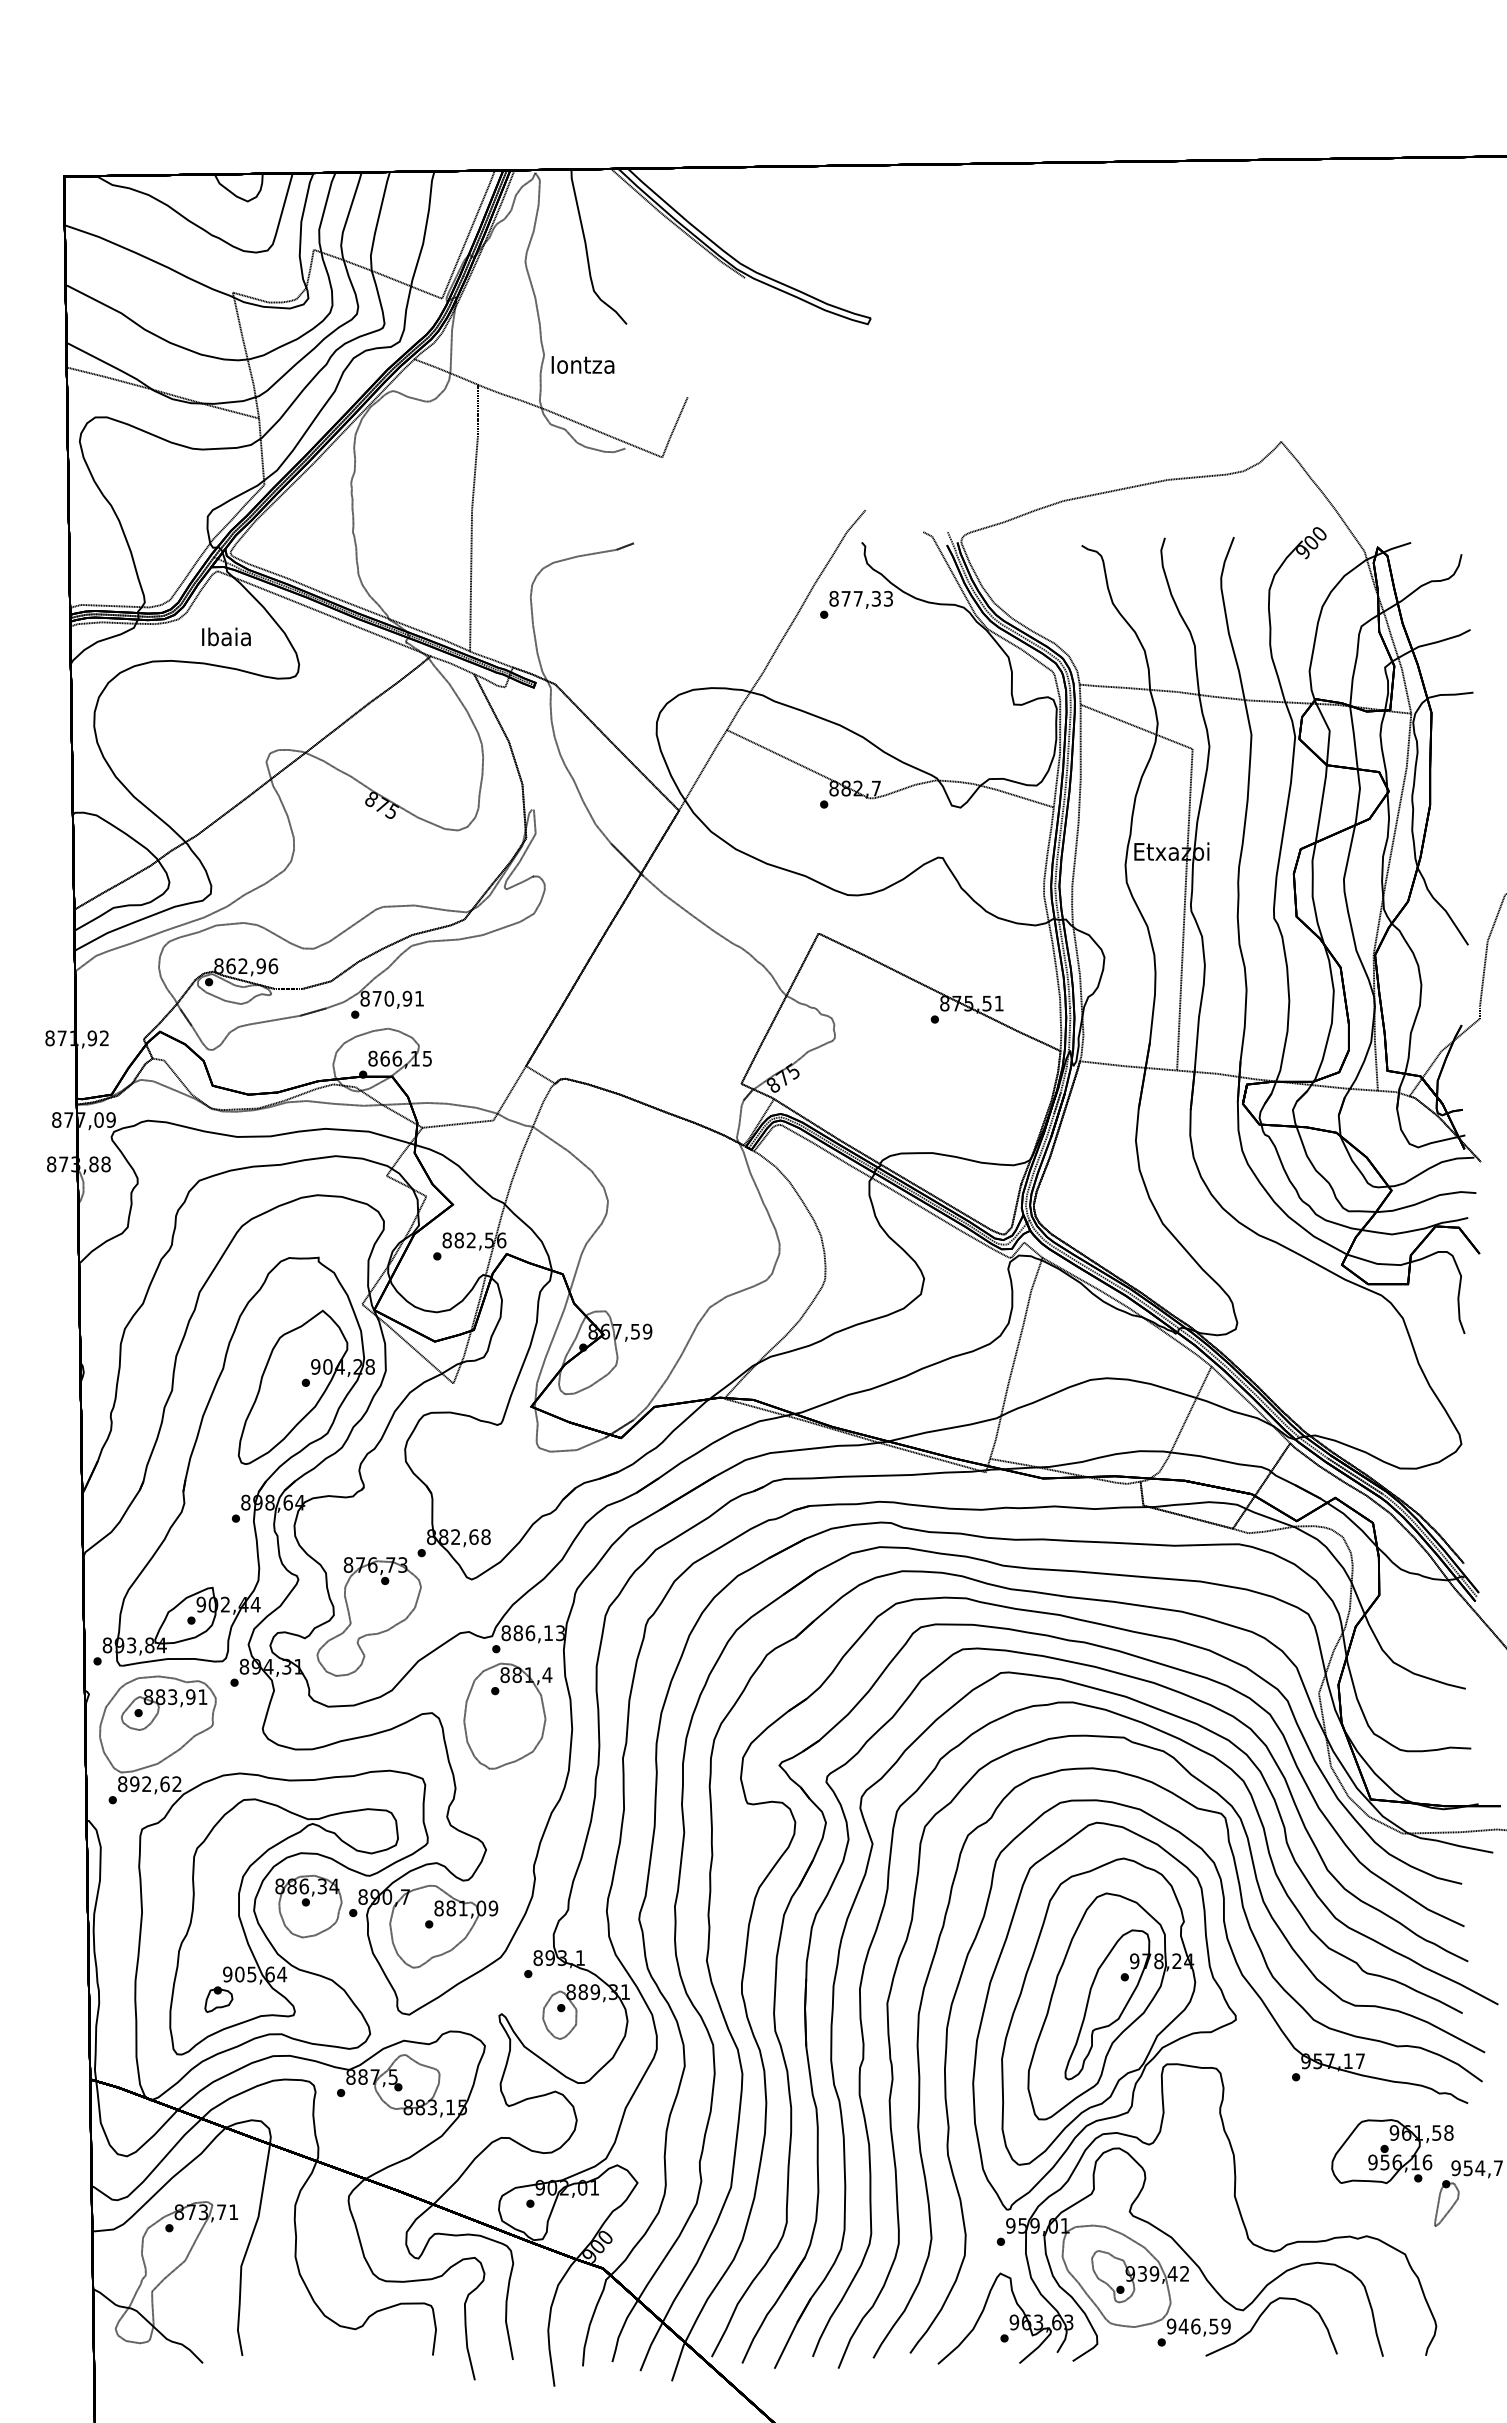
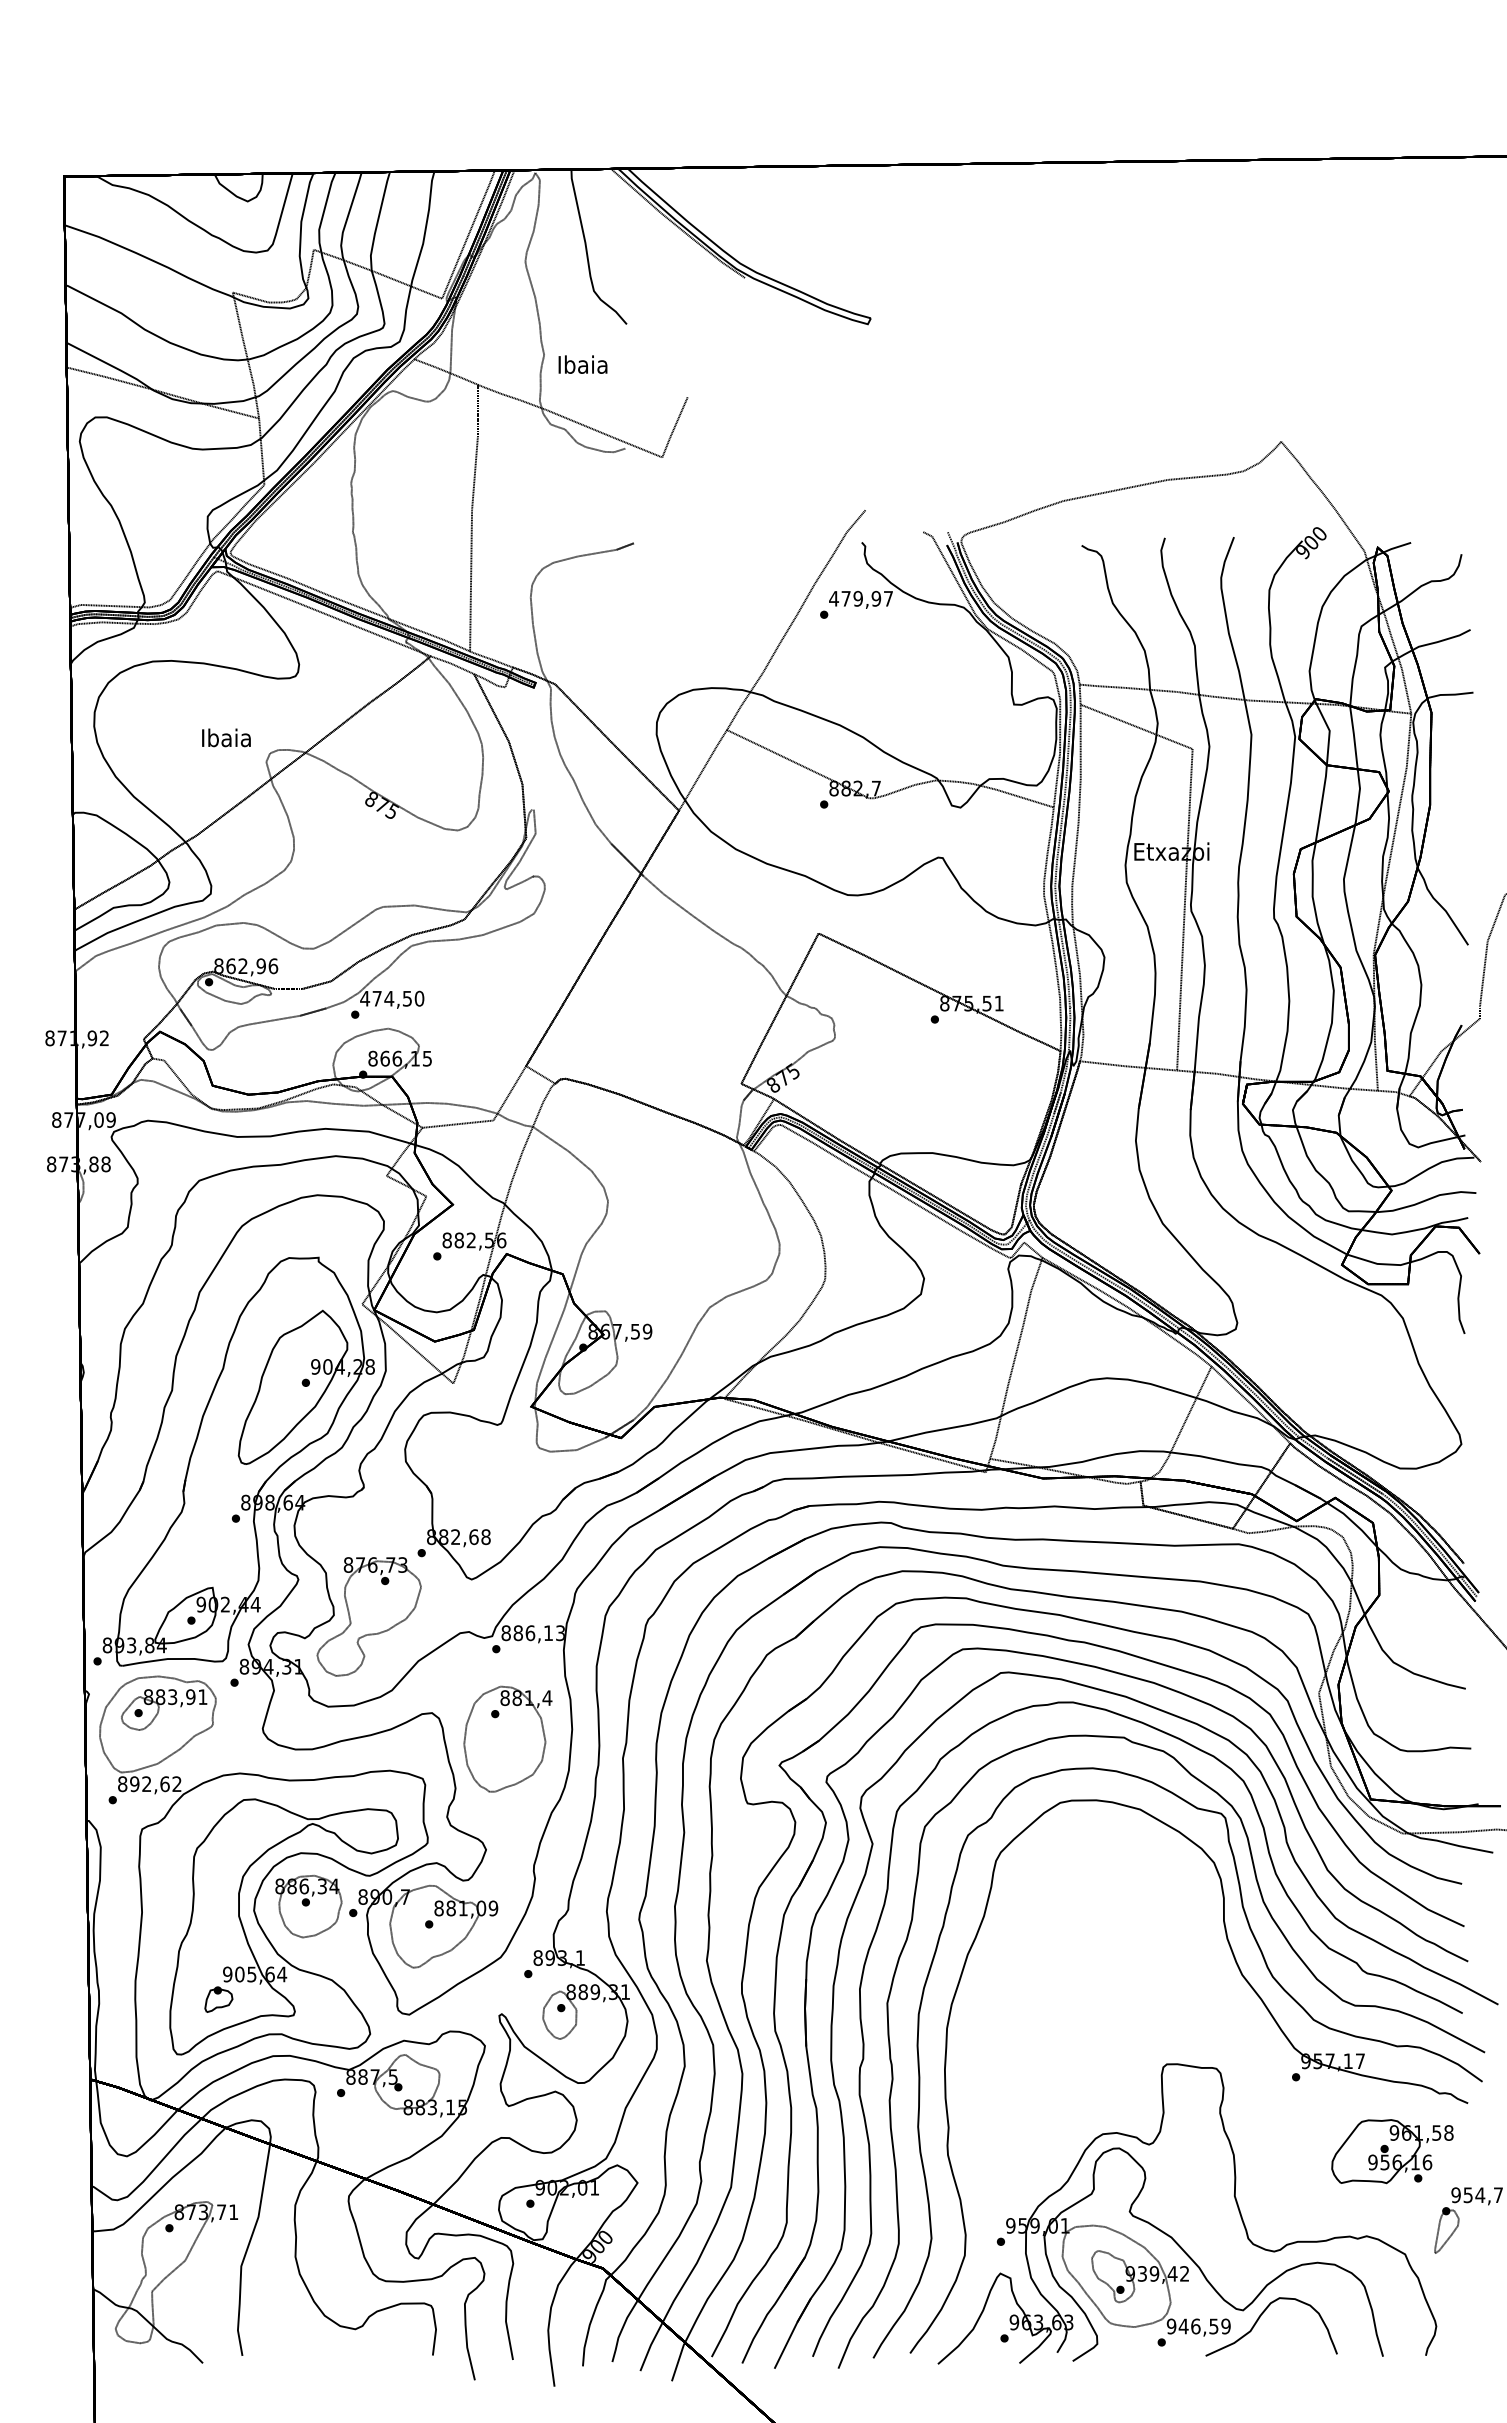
text at (582, 364): Iontza -> Ibaia
text at (860, 598): 877,33 -> 479,97
text at (226, 636) position: (226, 636) -> (226, 737)
text at (392, 998): 870,91 -> 474,50
part at (507, 1715) position: (507, 1715) -> (507, 1738)
part at (1104, 2015): present -> none
part at (1459, 2193) position: (1459, 2193) -> (1459, 2220)
